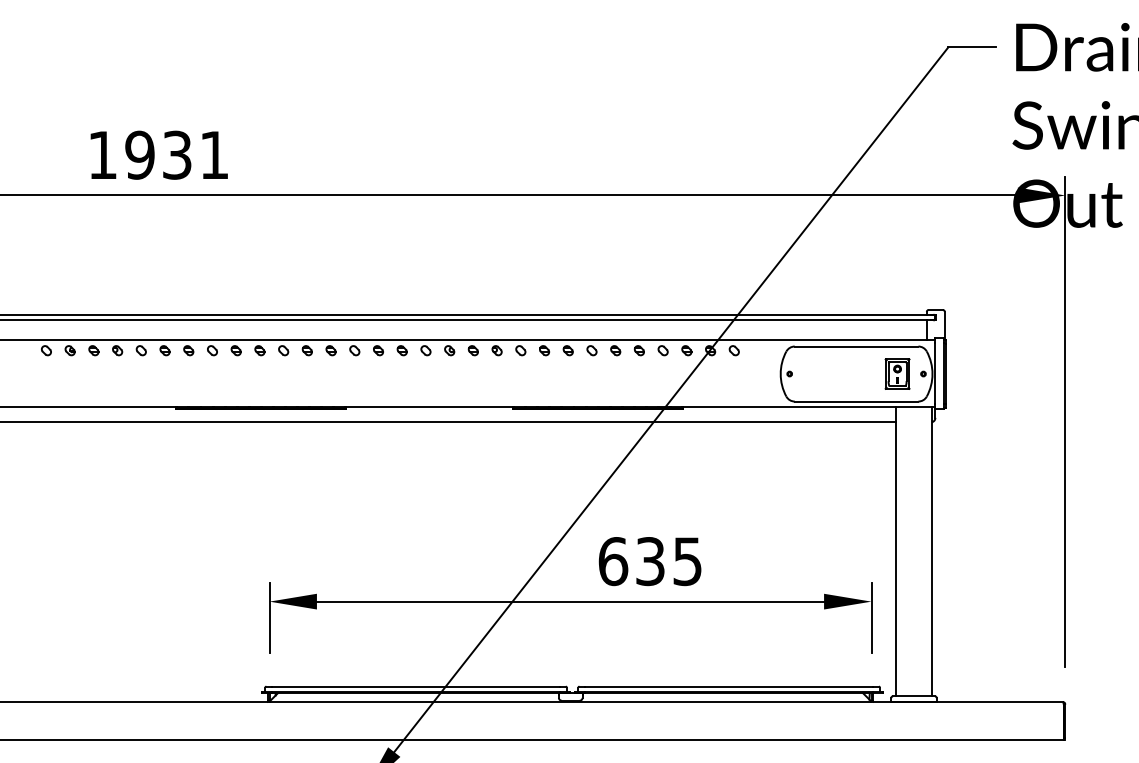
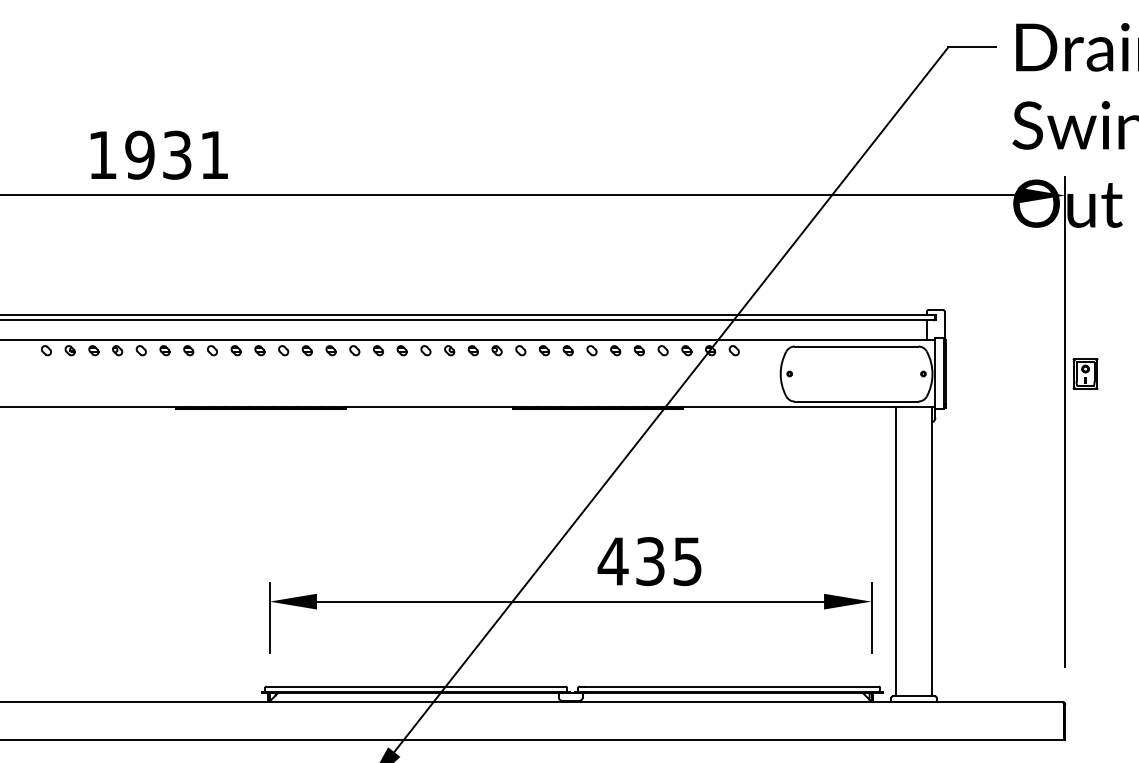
part at (897, 373) position: (897, 373) -> (1085, 373)
line at (448, 422): present -> none
text at (612, 561): 635 -> 435
